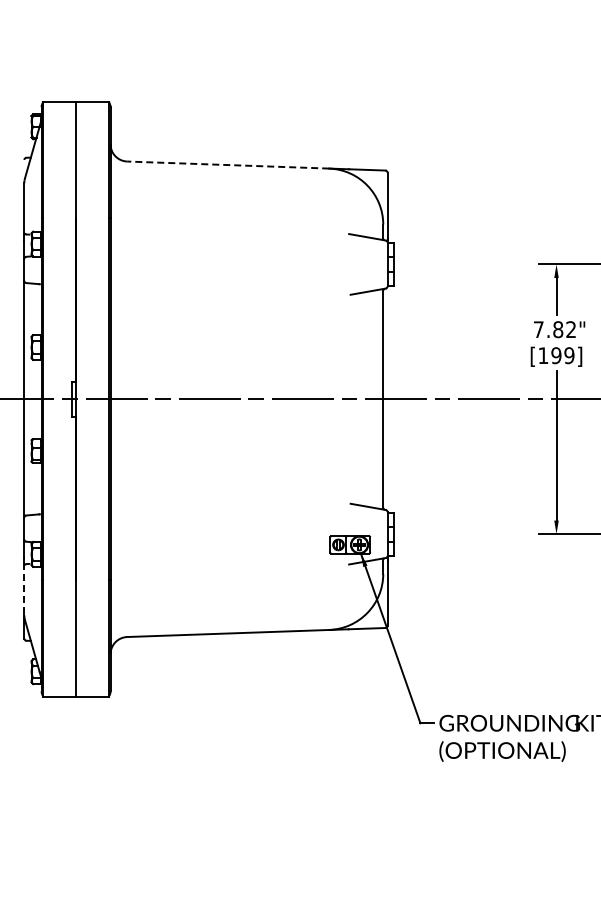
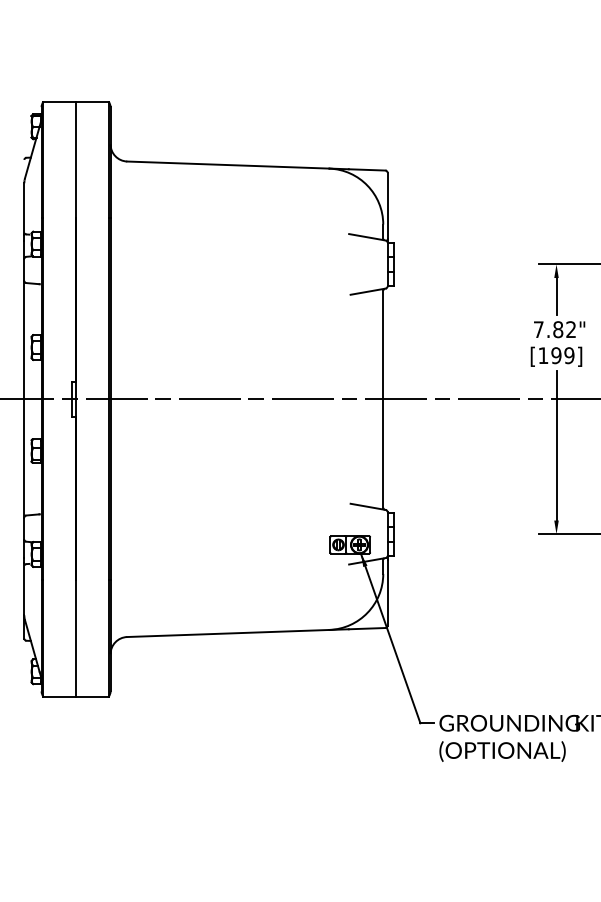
line at (227, 165): dashed -> solid
line at (24, 589): dashed -> solid
